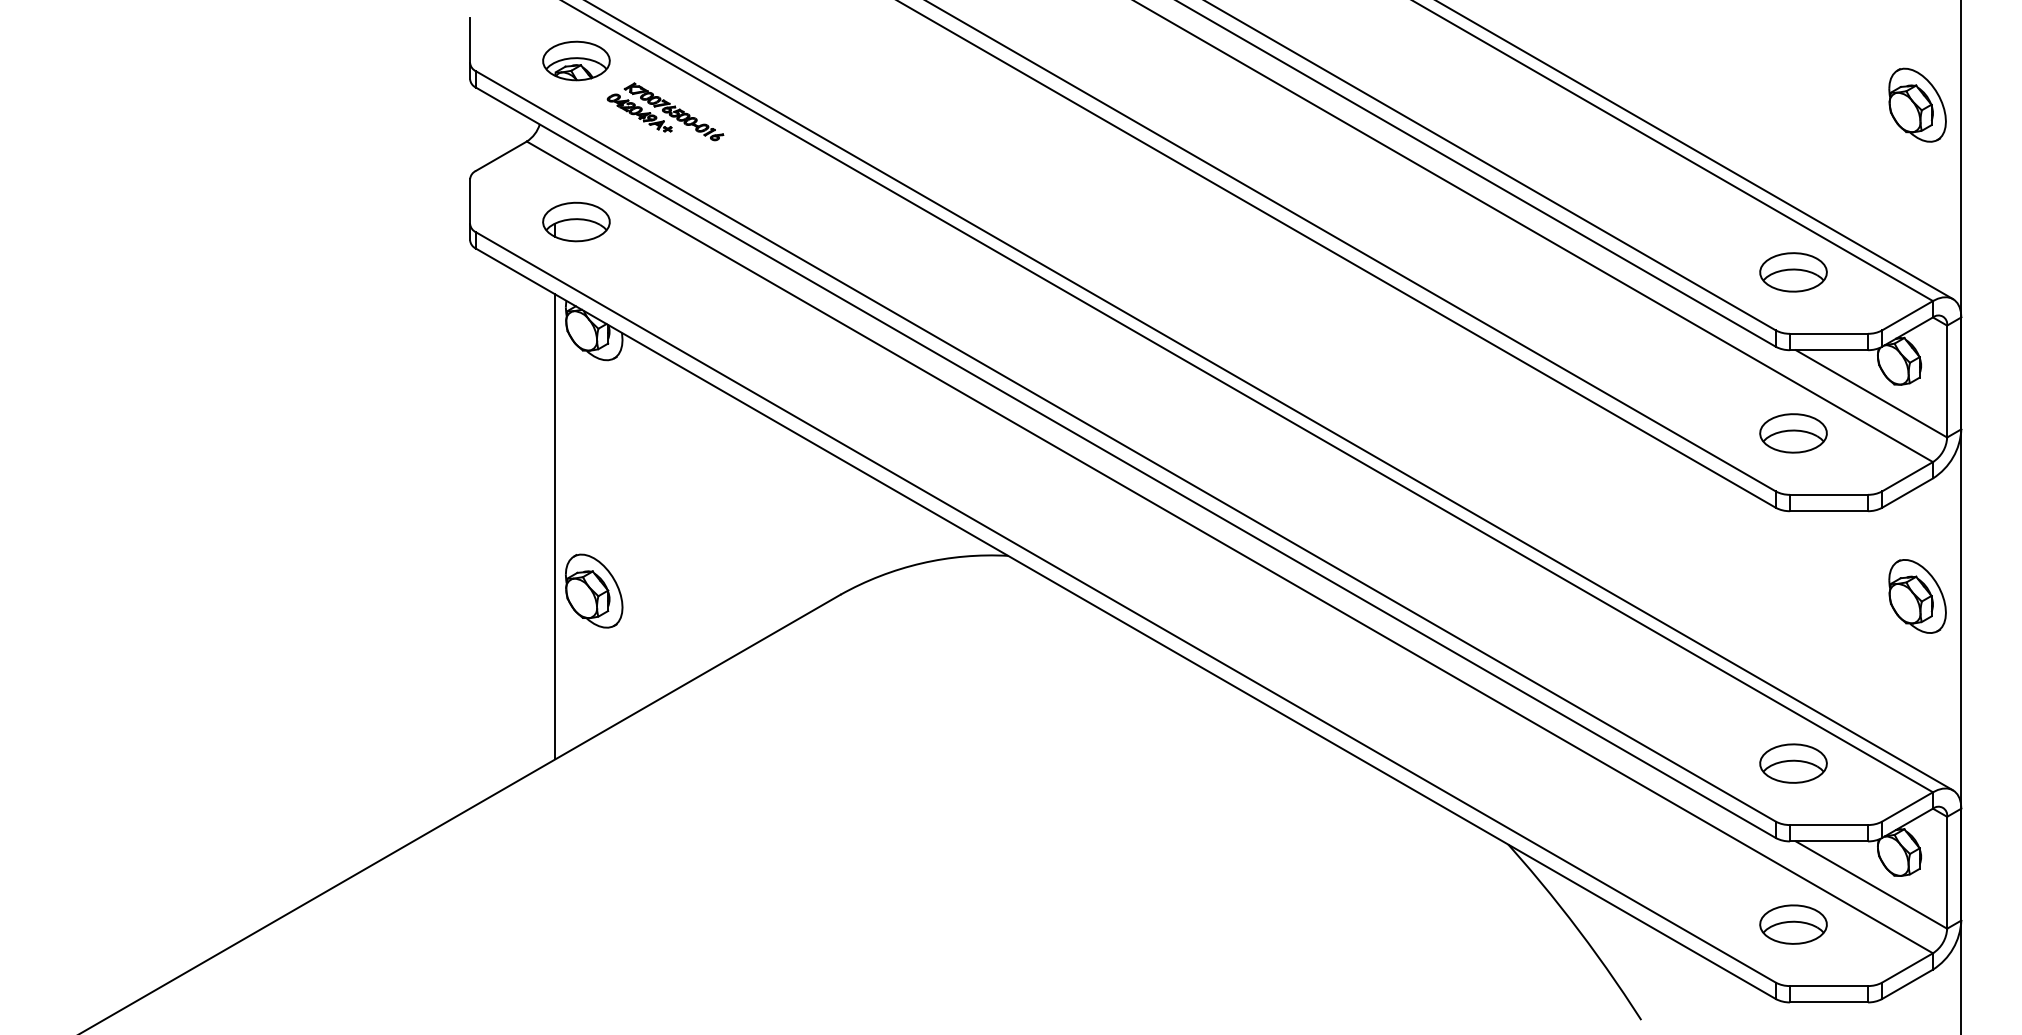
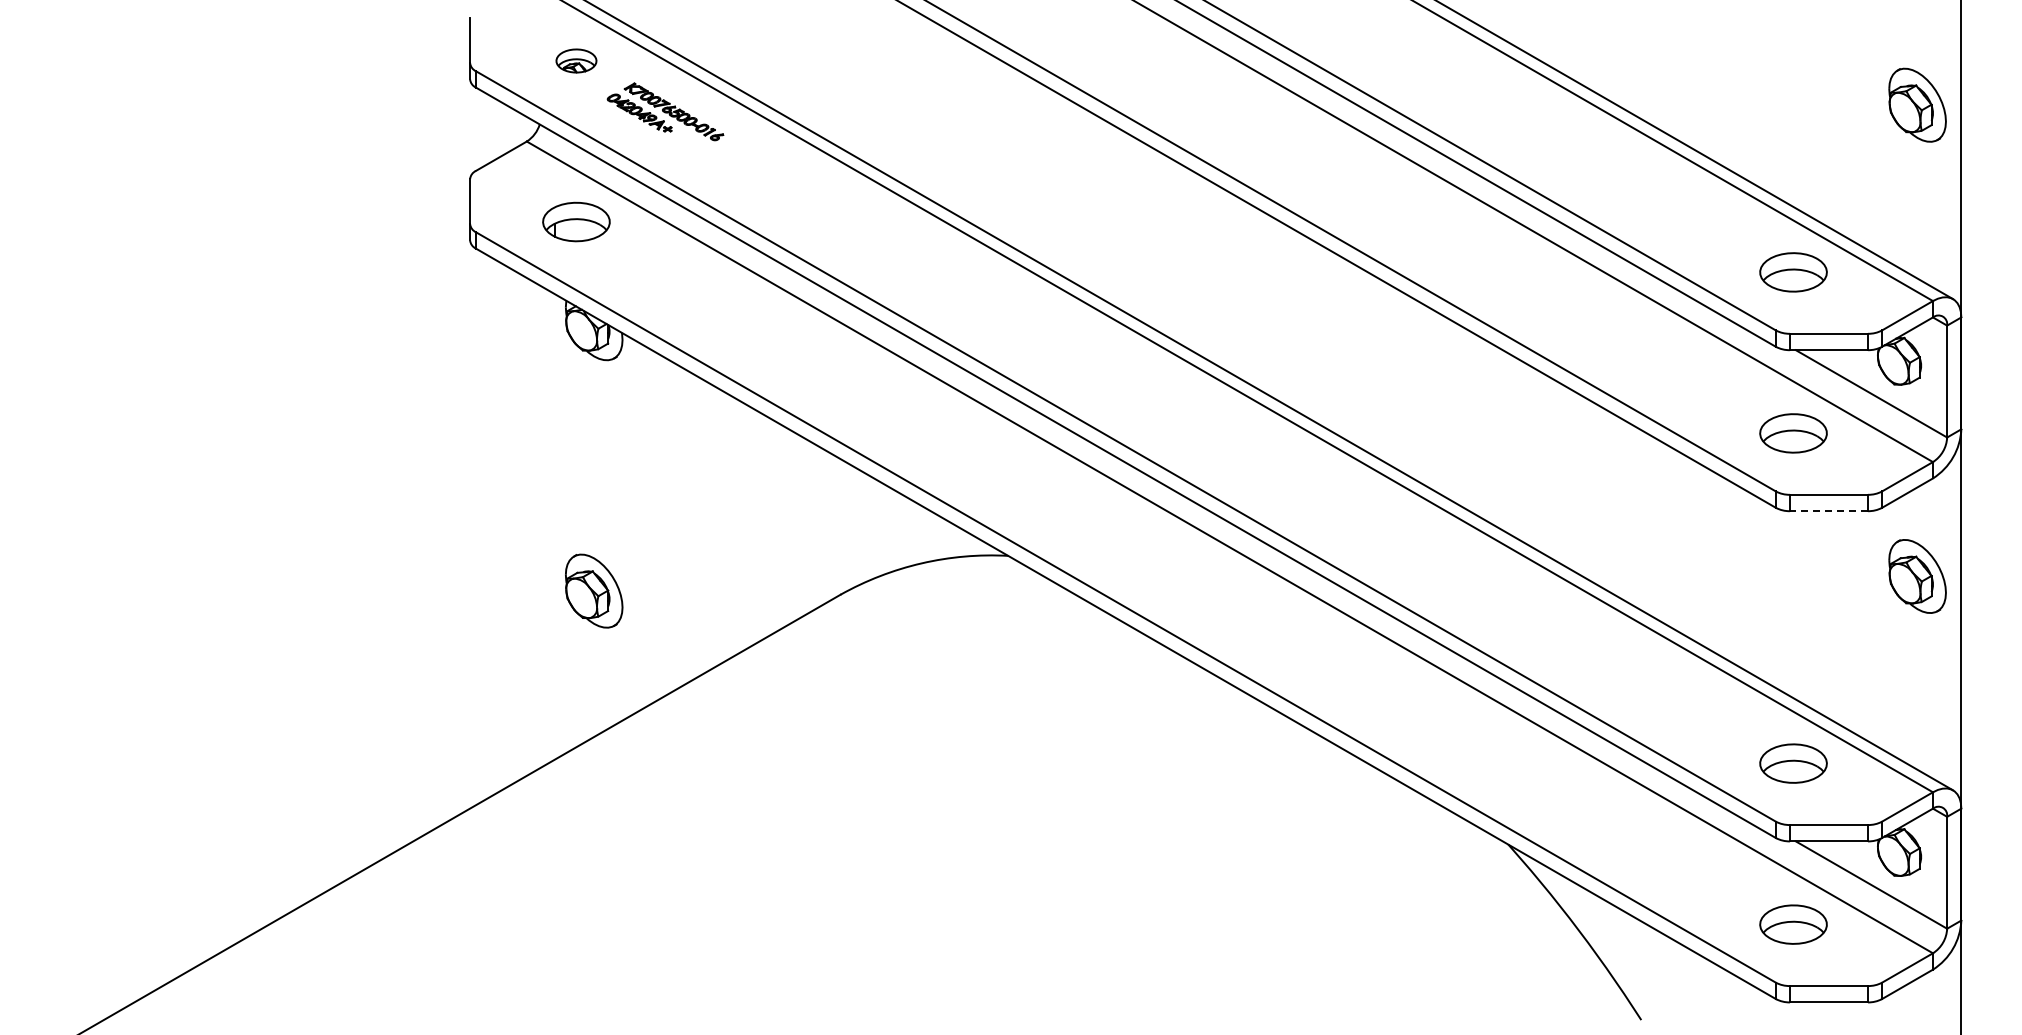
part at (576, 60) size: 69x42 px -> 43x26 px
line at (1828, 511): solid -> dashed
line at (555, 526): present -> none
part at (1917, 596) position: (1917, 596) -> (1917, 576)
